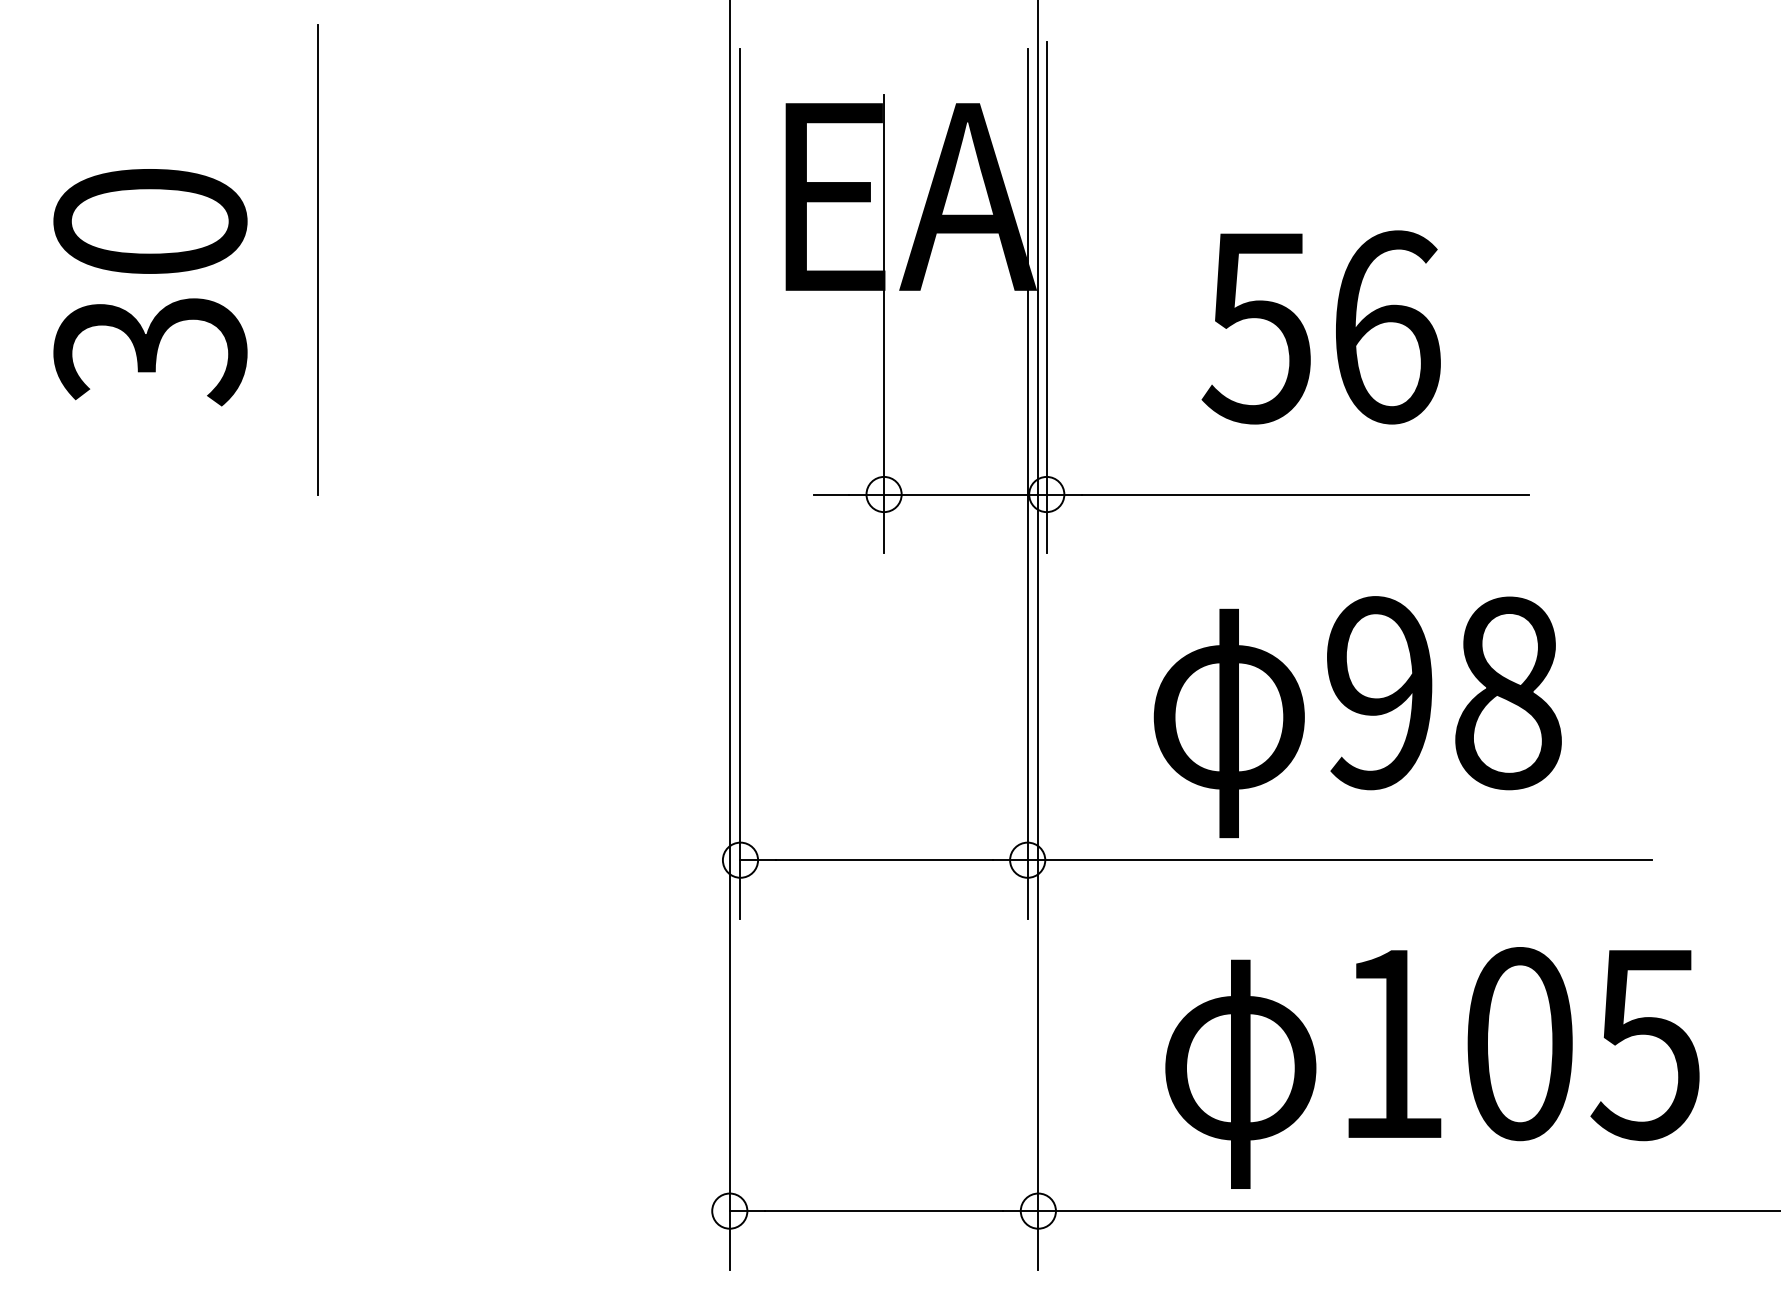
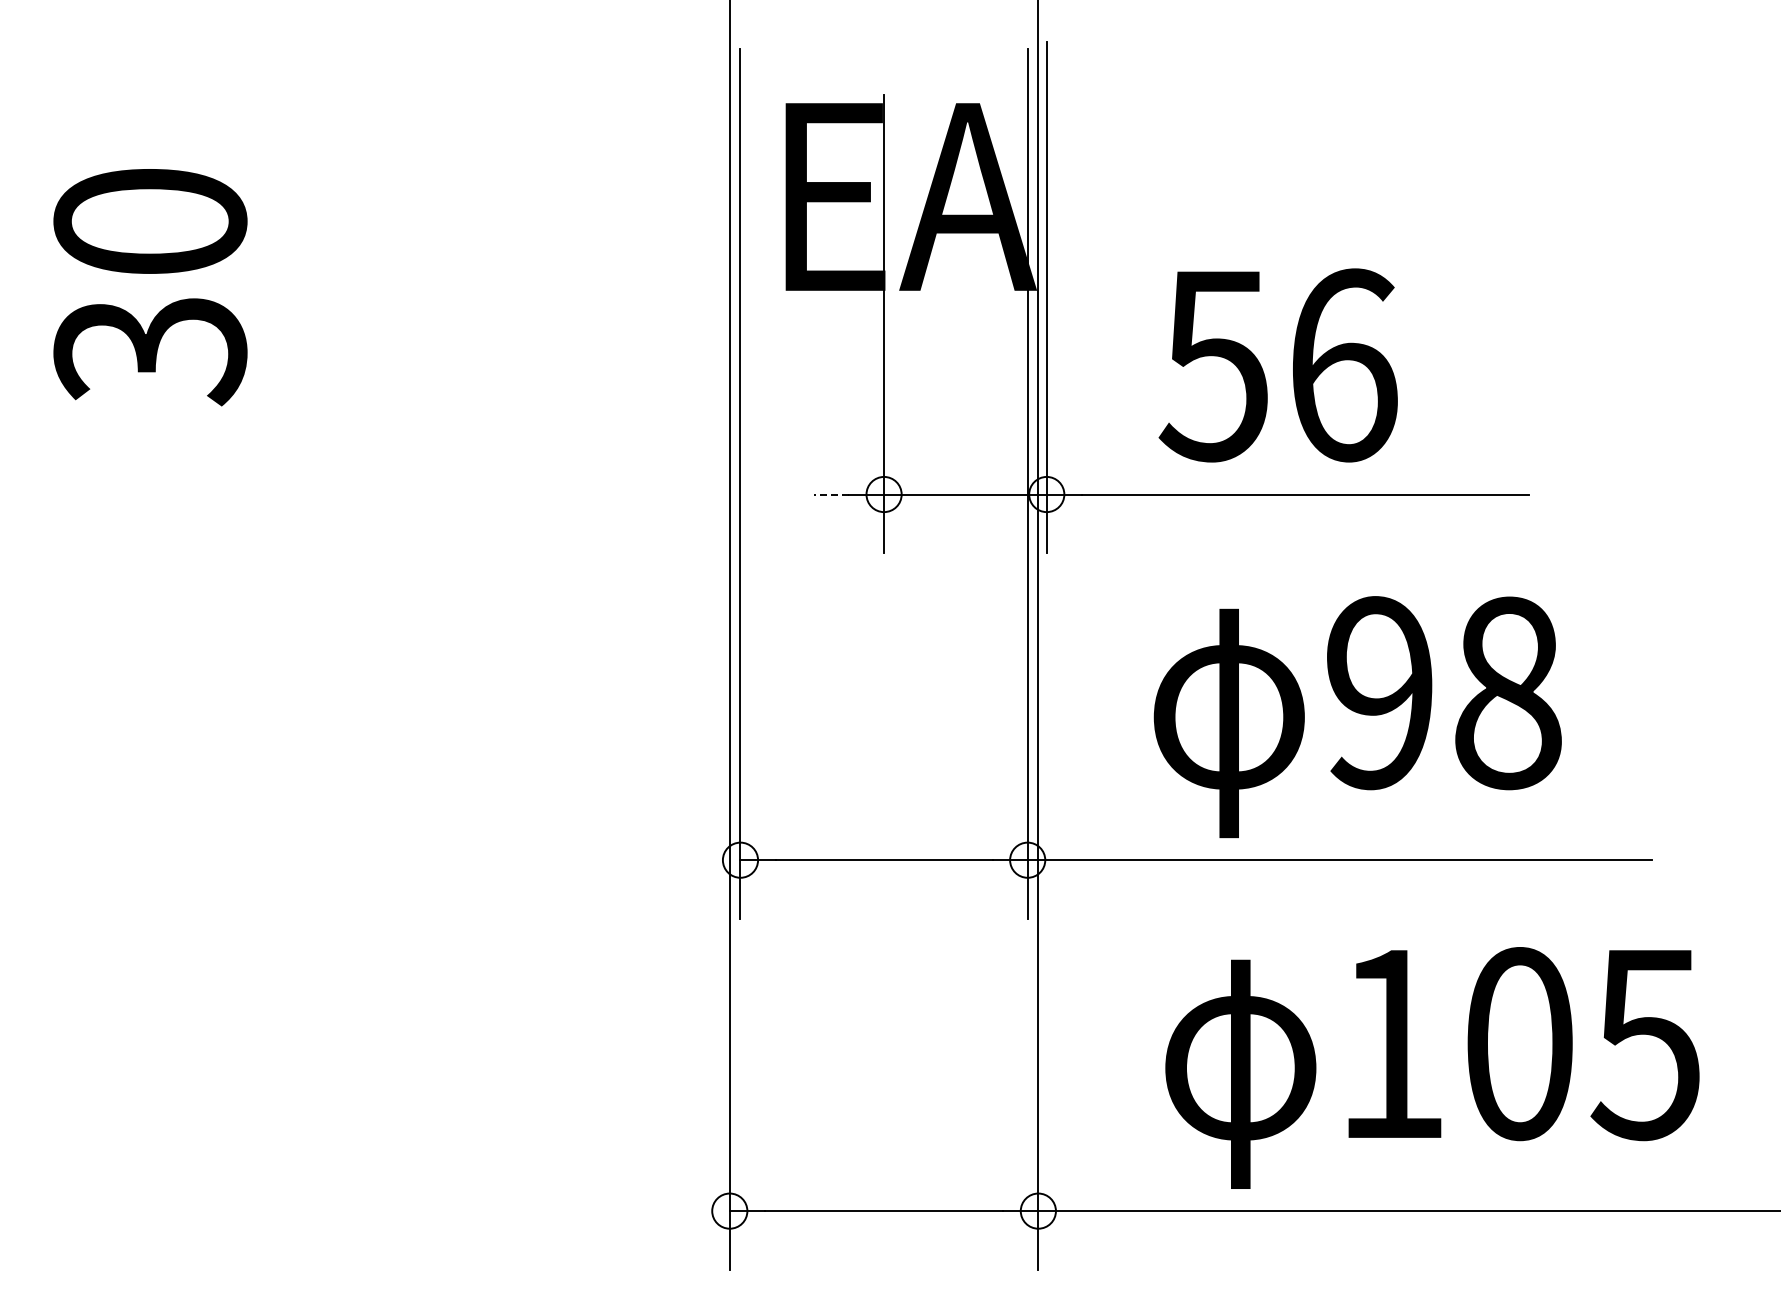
line at (317, 260): present -> none
text at (1320, 327) position: (1320, 327) -> (1277, 365)
line at (831, 494): solid -> dashed
